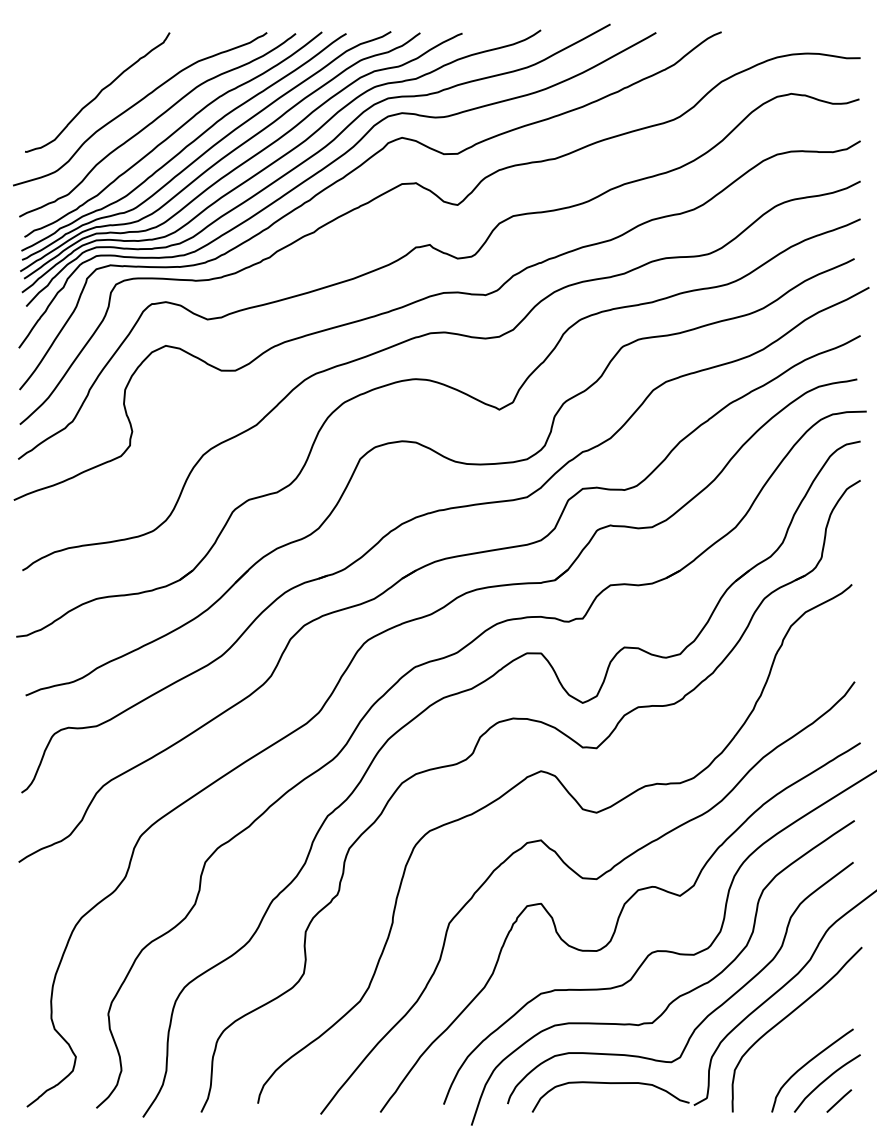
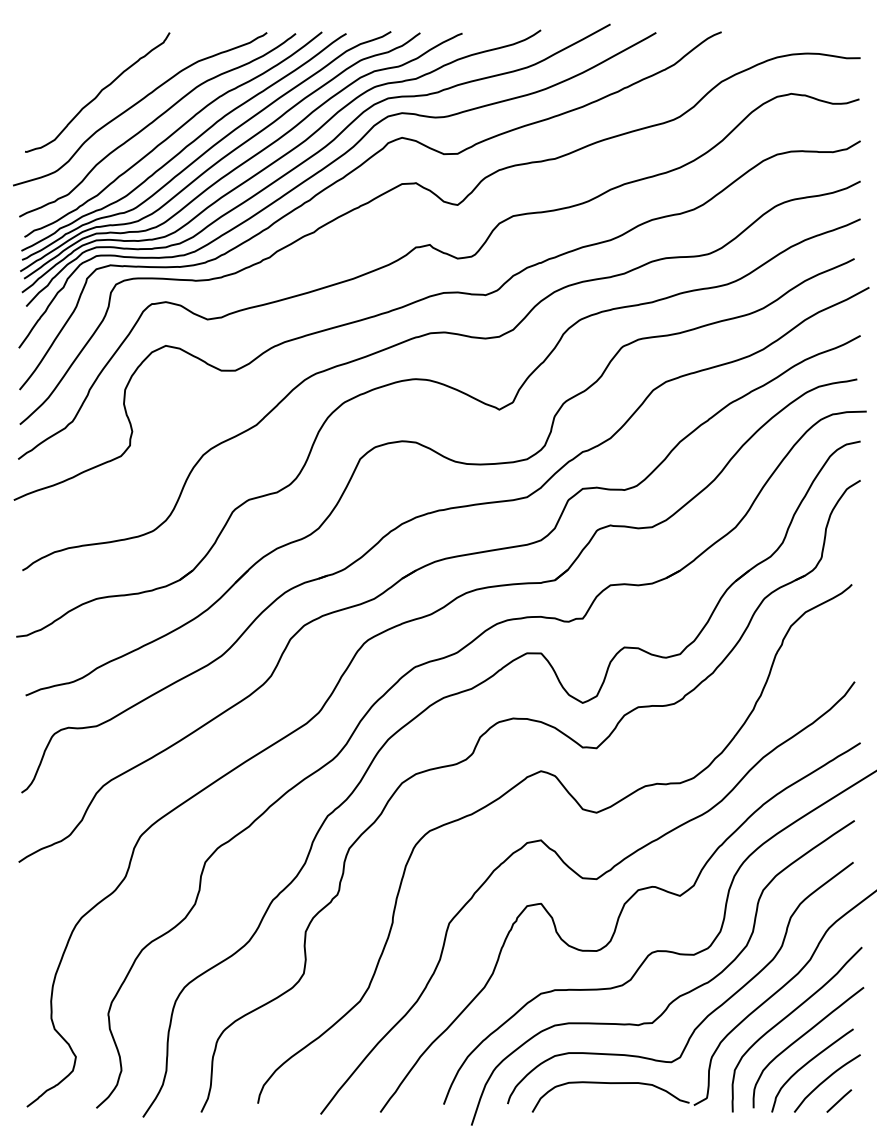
curve at (802, 1037): none -> present
